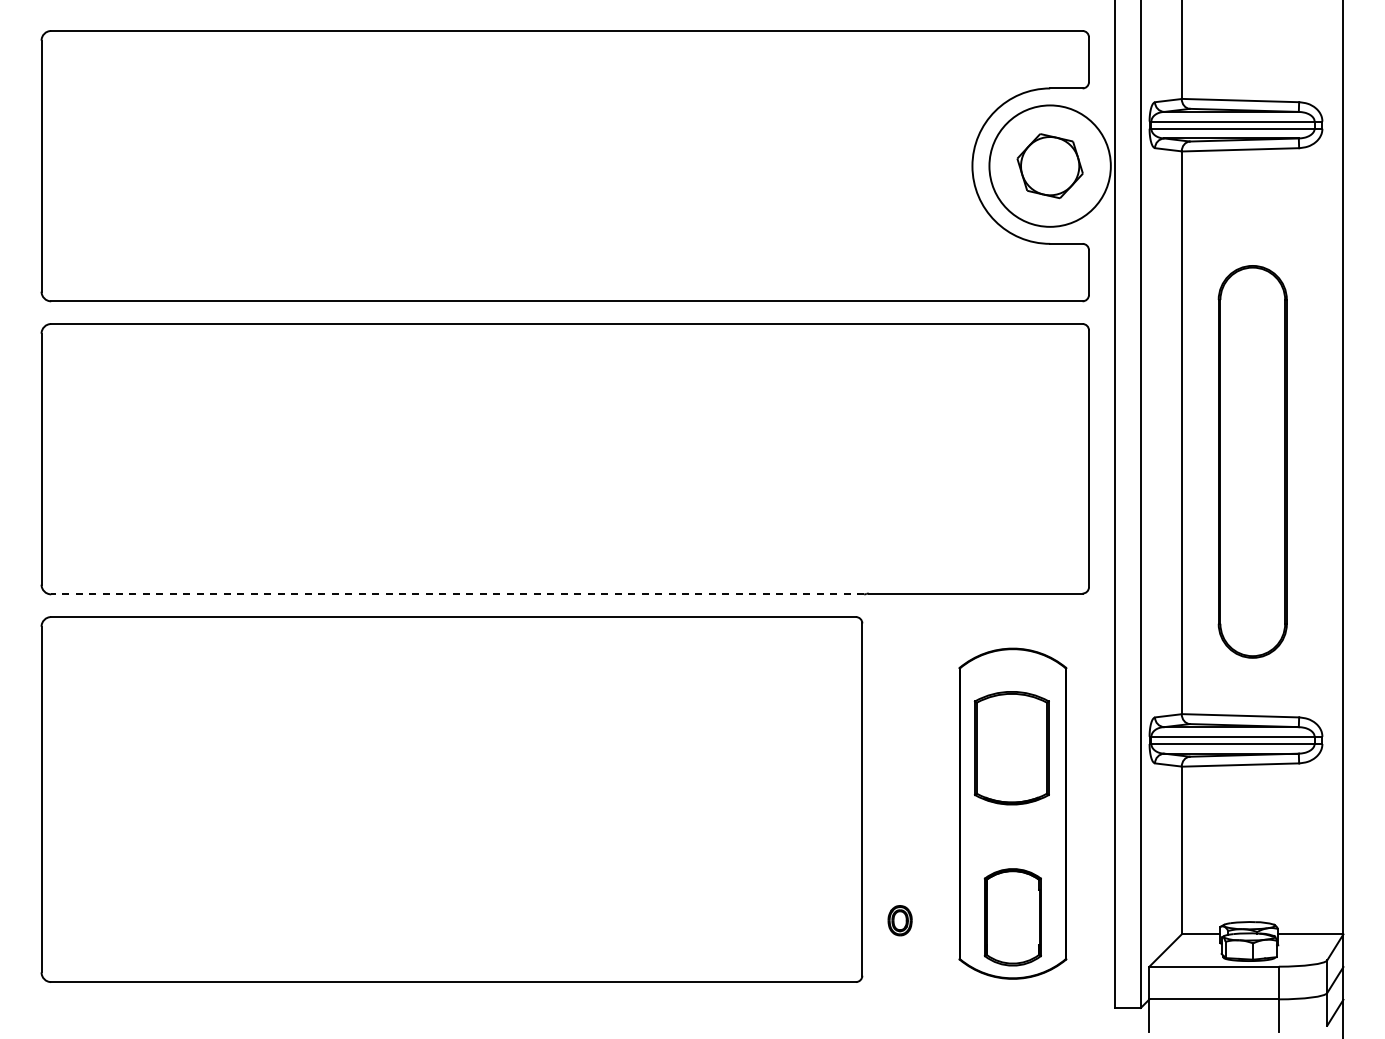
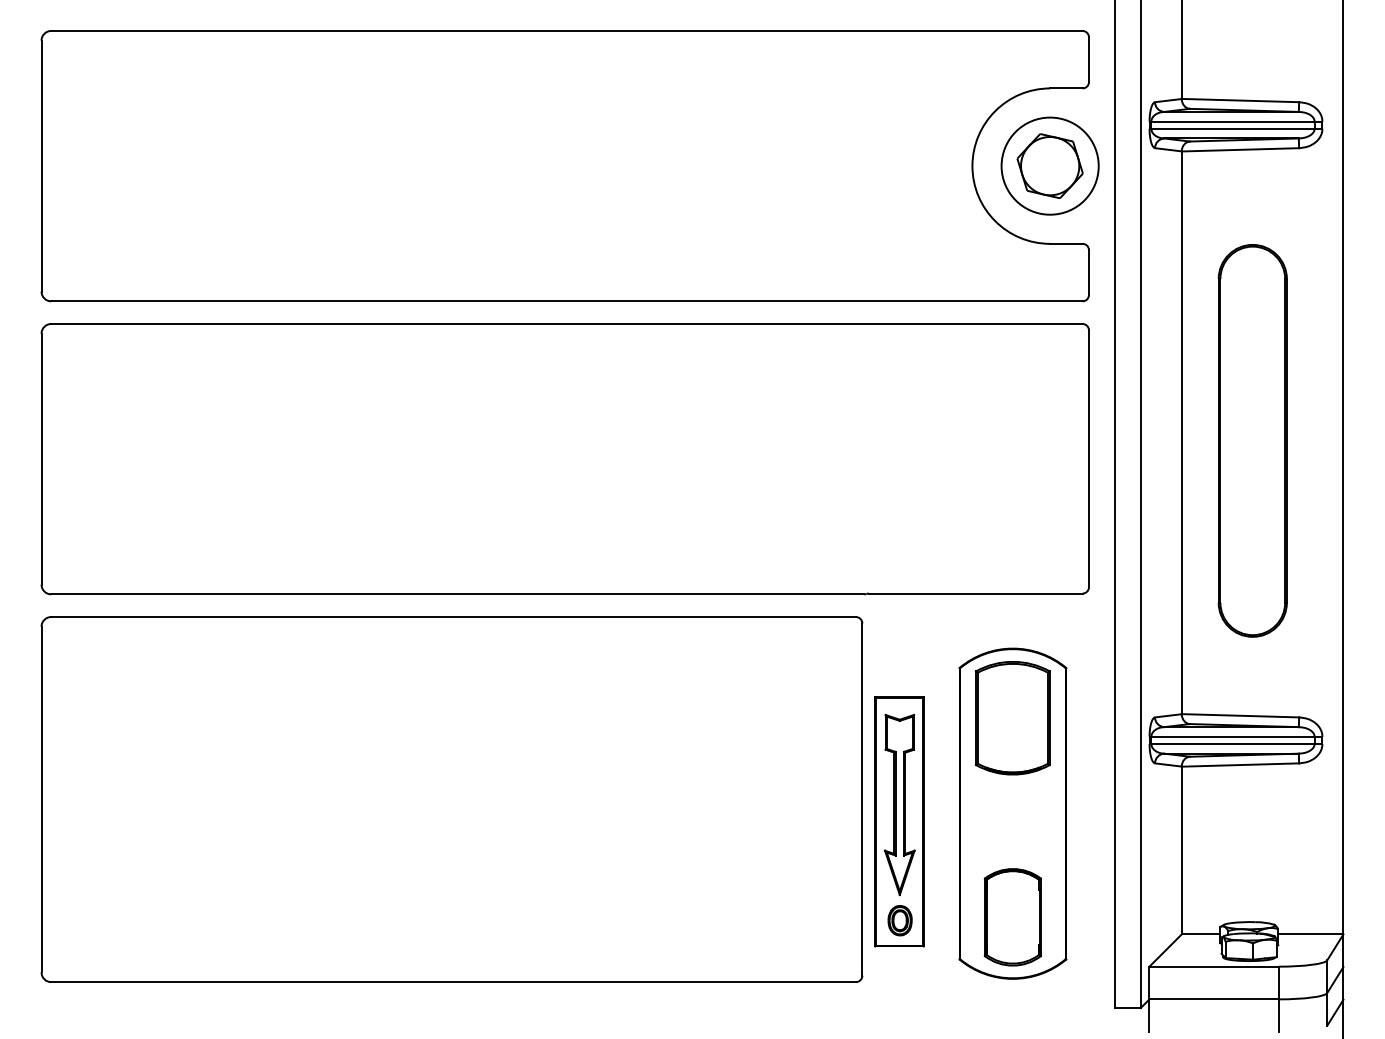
circle at (1049, 165) diameter: 121 px -> 97 px
part at (1252, 461) position: (1252, 461) -> (1252, 440)
line at (457, 594): dashed -> solid
part at (1011, 748) position: (1011, 748) -> (1012, 718)
part at (899, 821): none -> present
